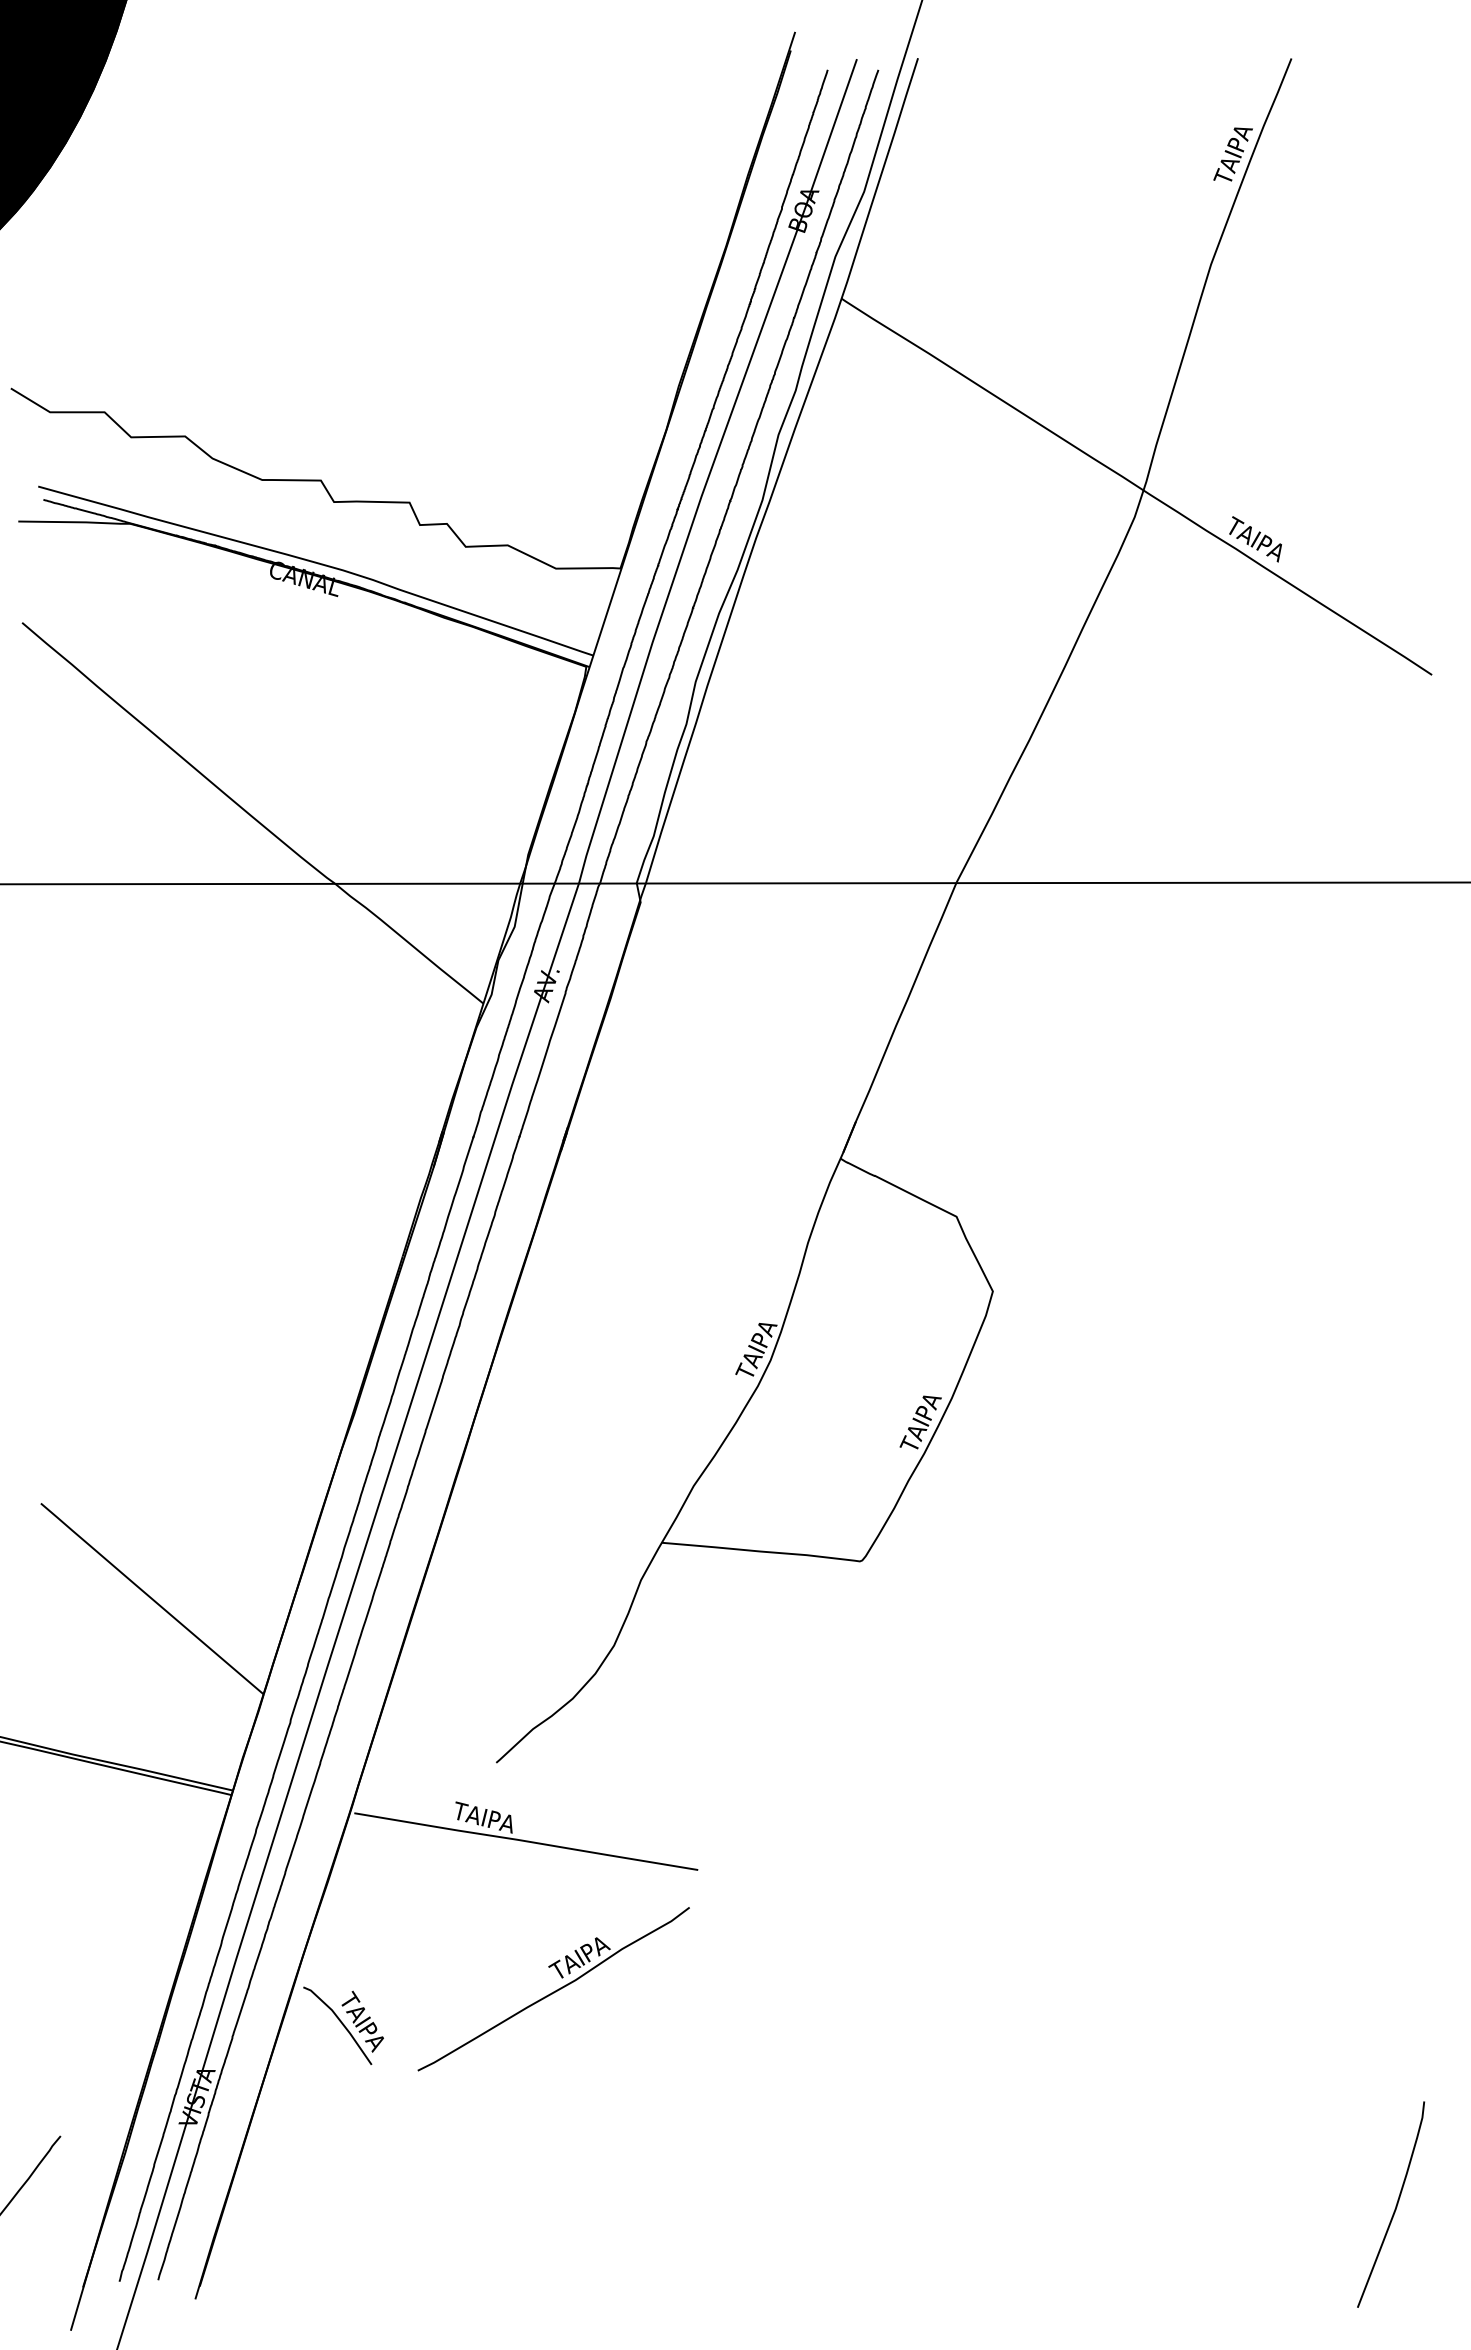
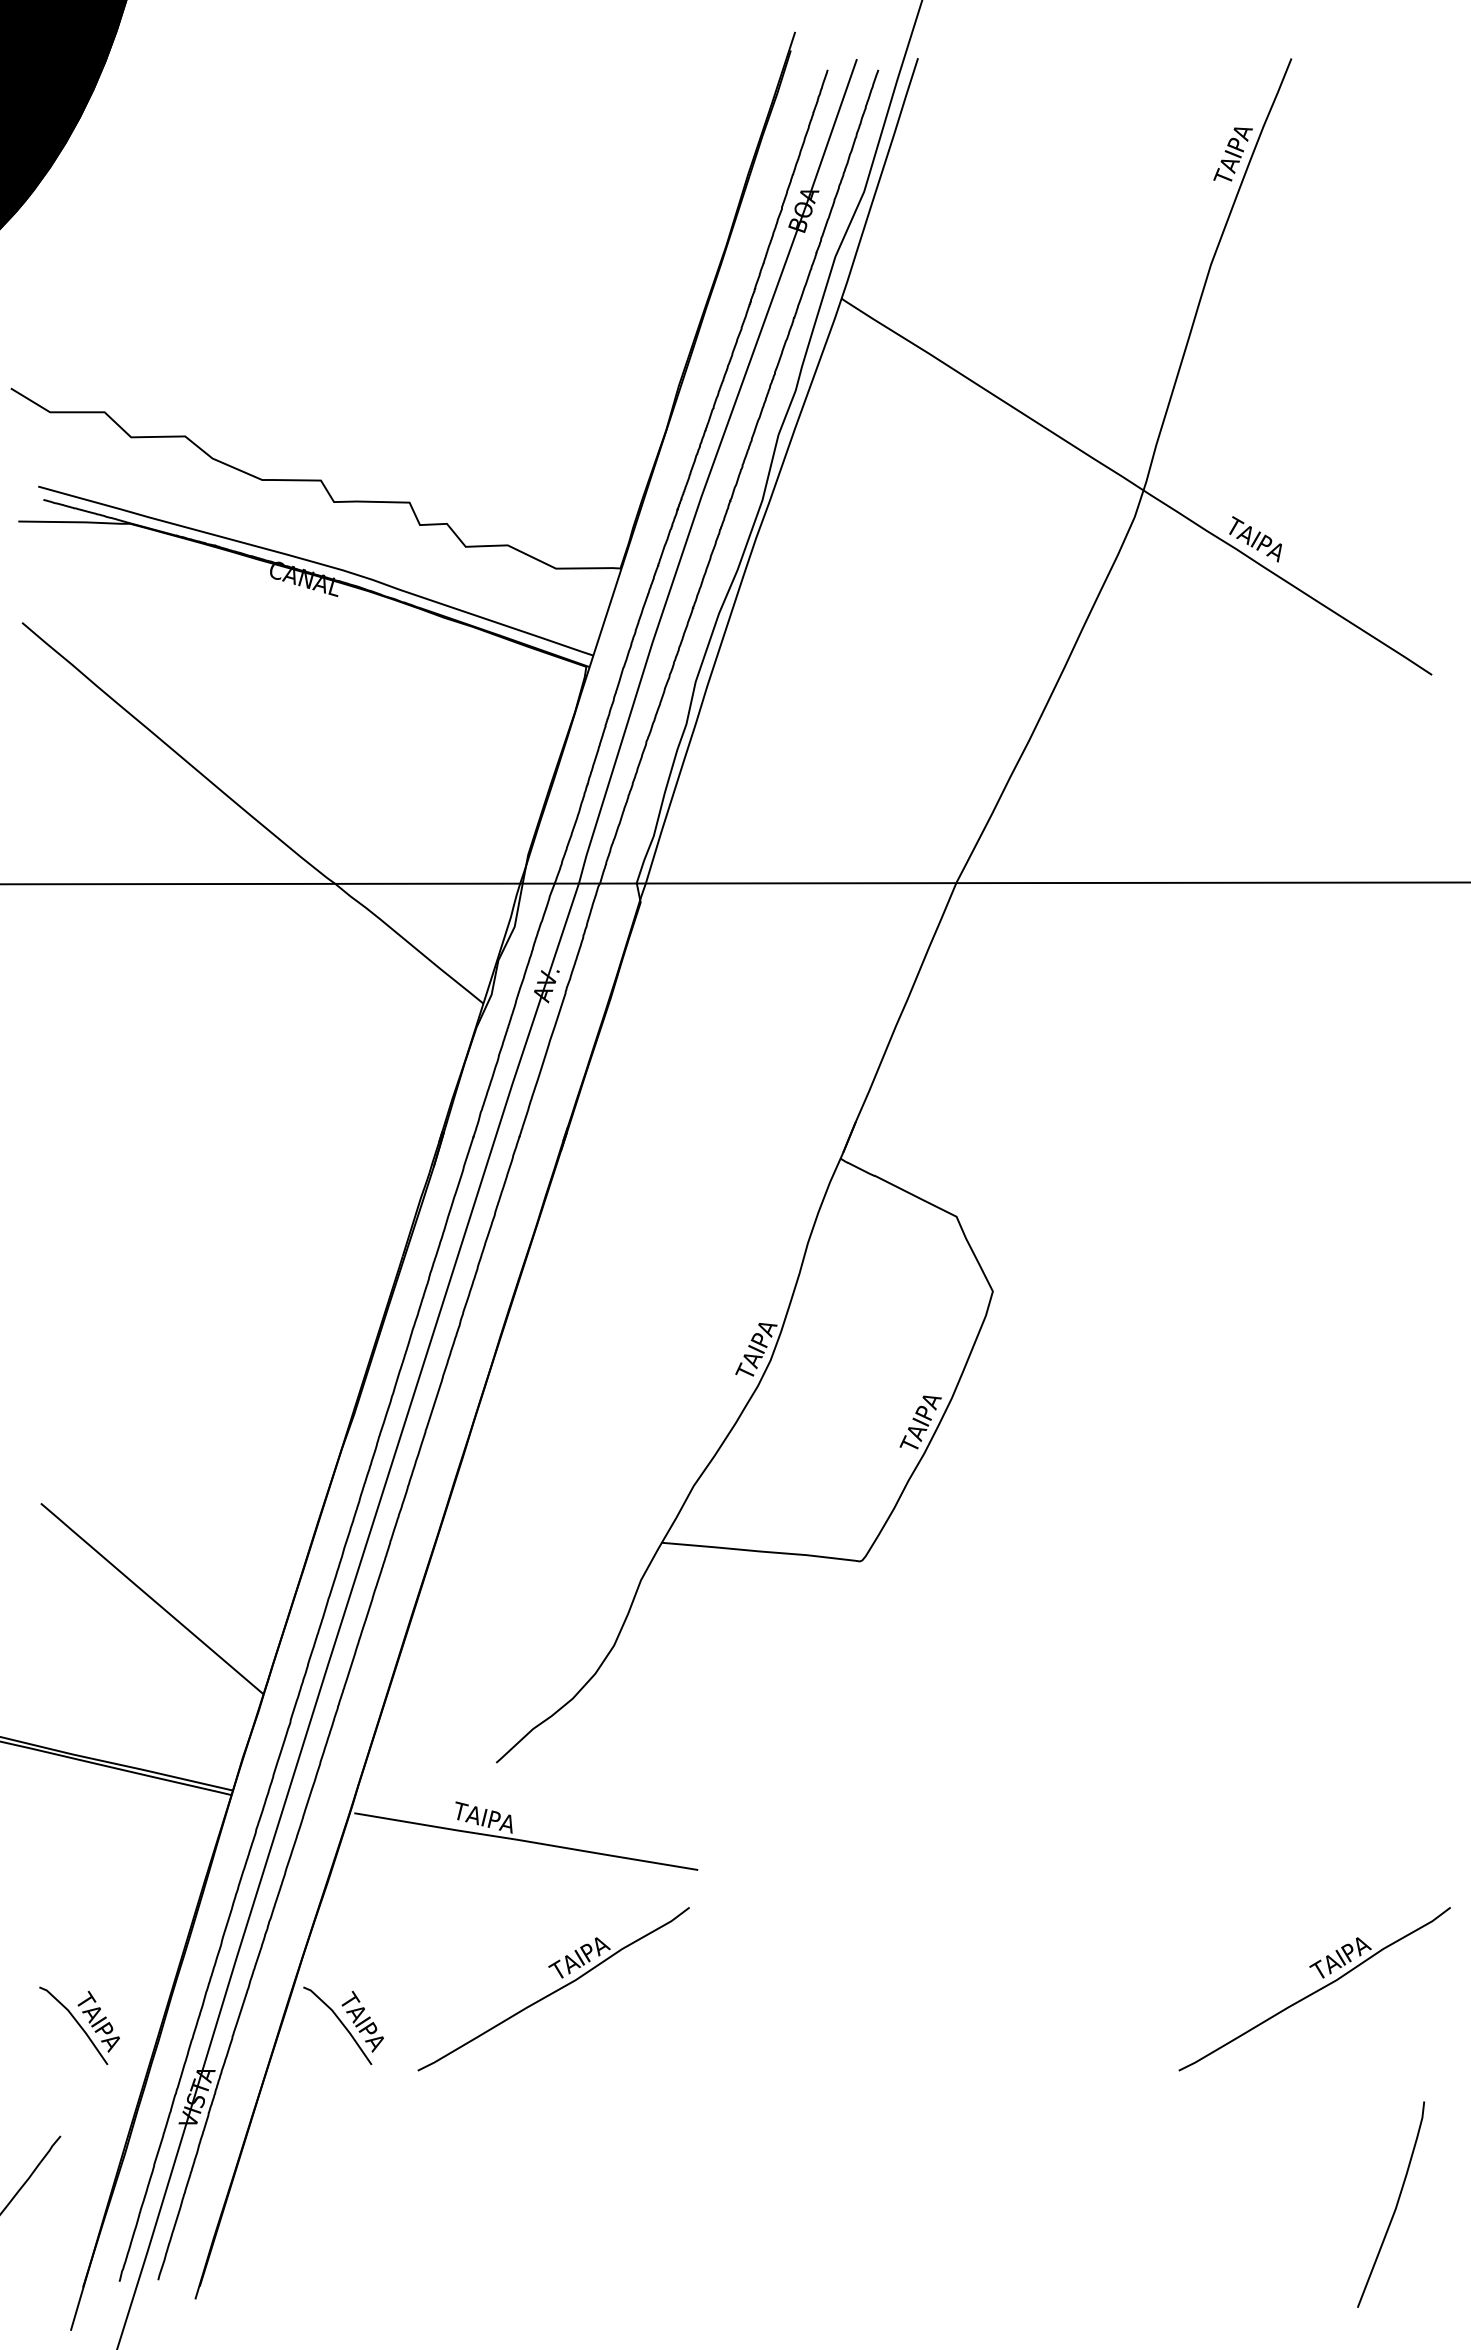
part at (1314, 1989): none -> present
part at (79, 2025): none -> present
